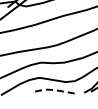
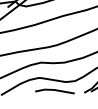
line at (54, 89): dashed -> solid
